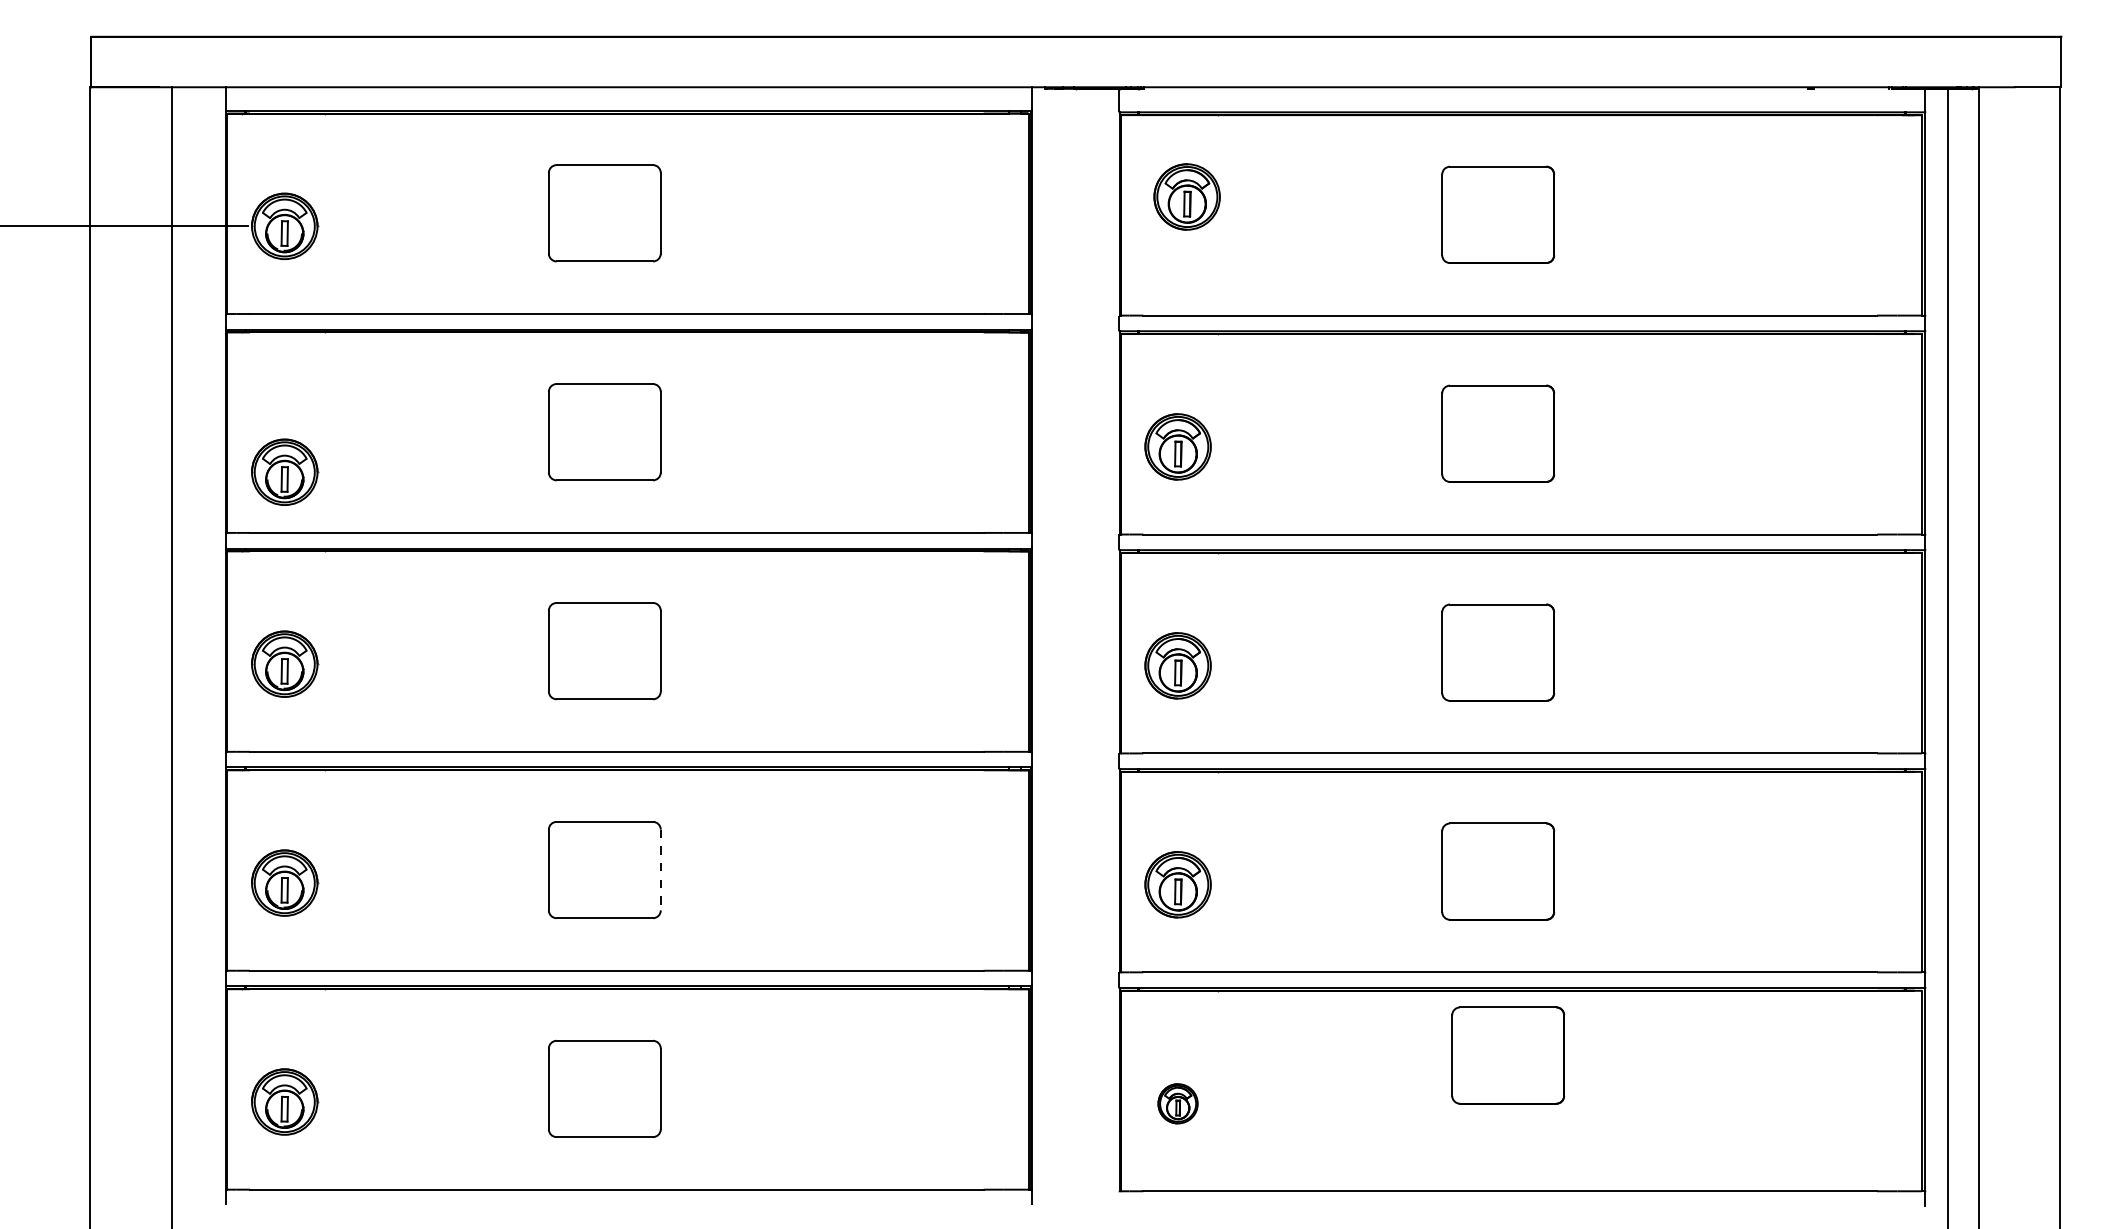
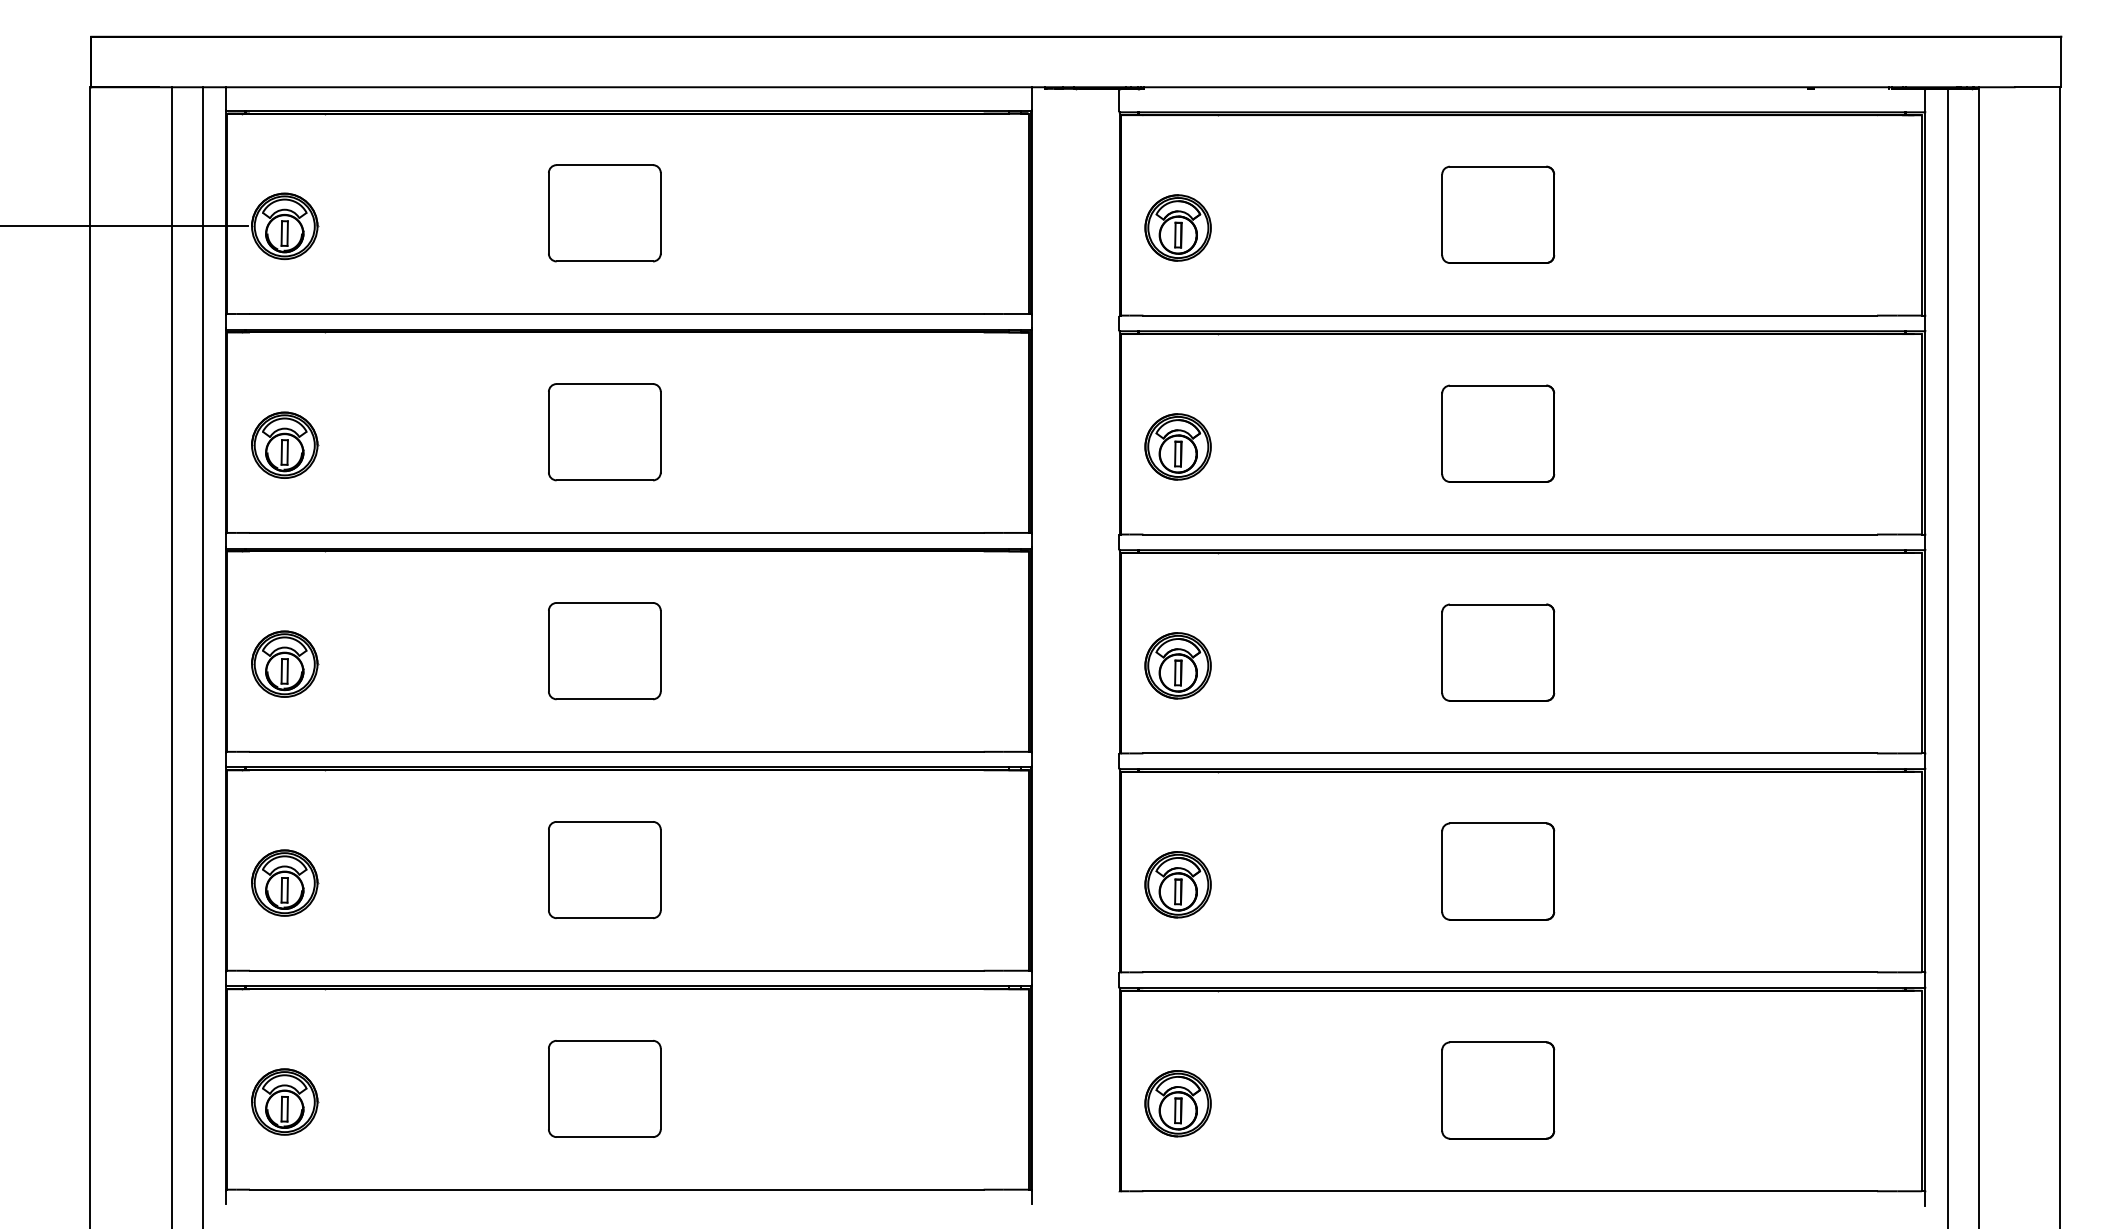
part at (1186, 196) position: (1186, 196) -> (1177, 227)
part at (285, 471) position: (285, 471) -> (285, 444)
line at (202, 656): none -> present
line at (660, 870): dashed -> solid
part at (1508, 1055) position: (1508, 1055) -> (1498, 1090)
part at (1177, 1103) size: 42x42 px -> 68x68 px
